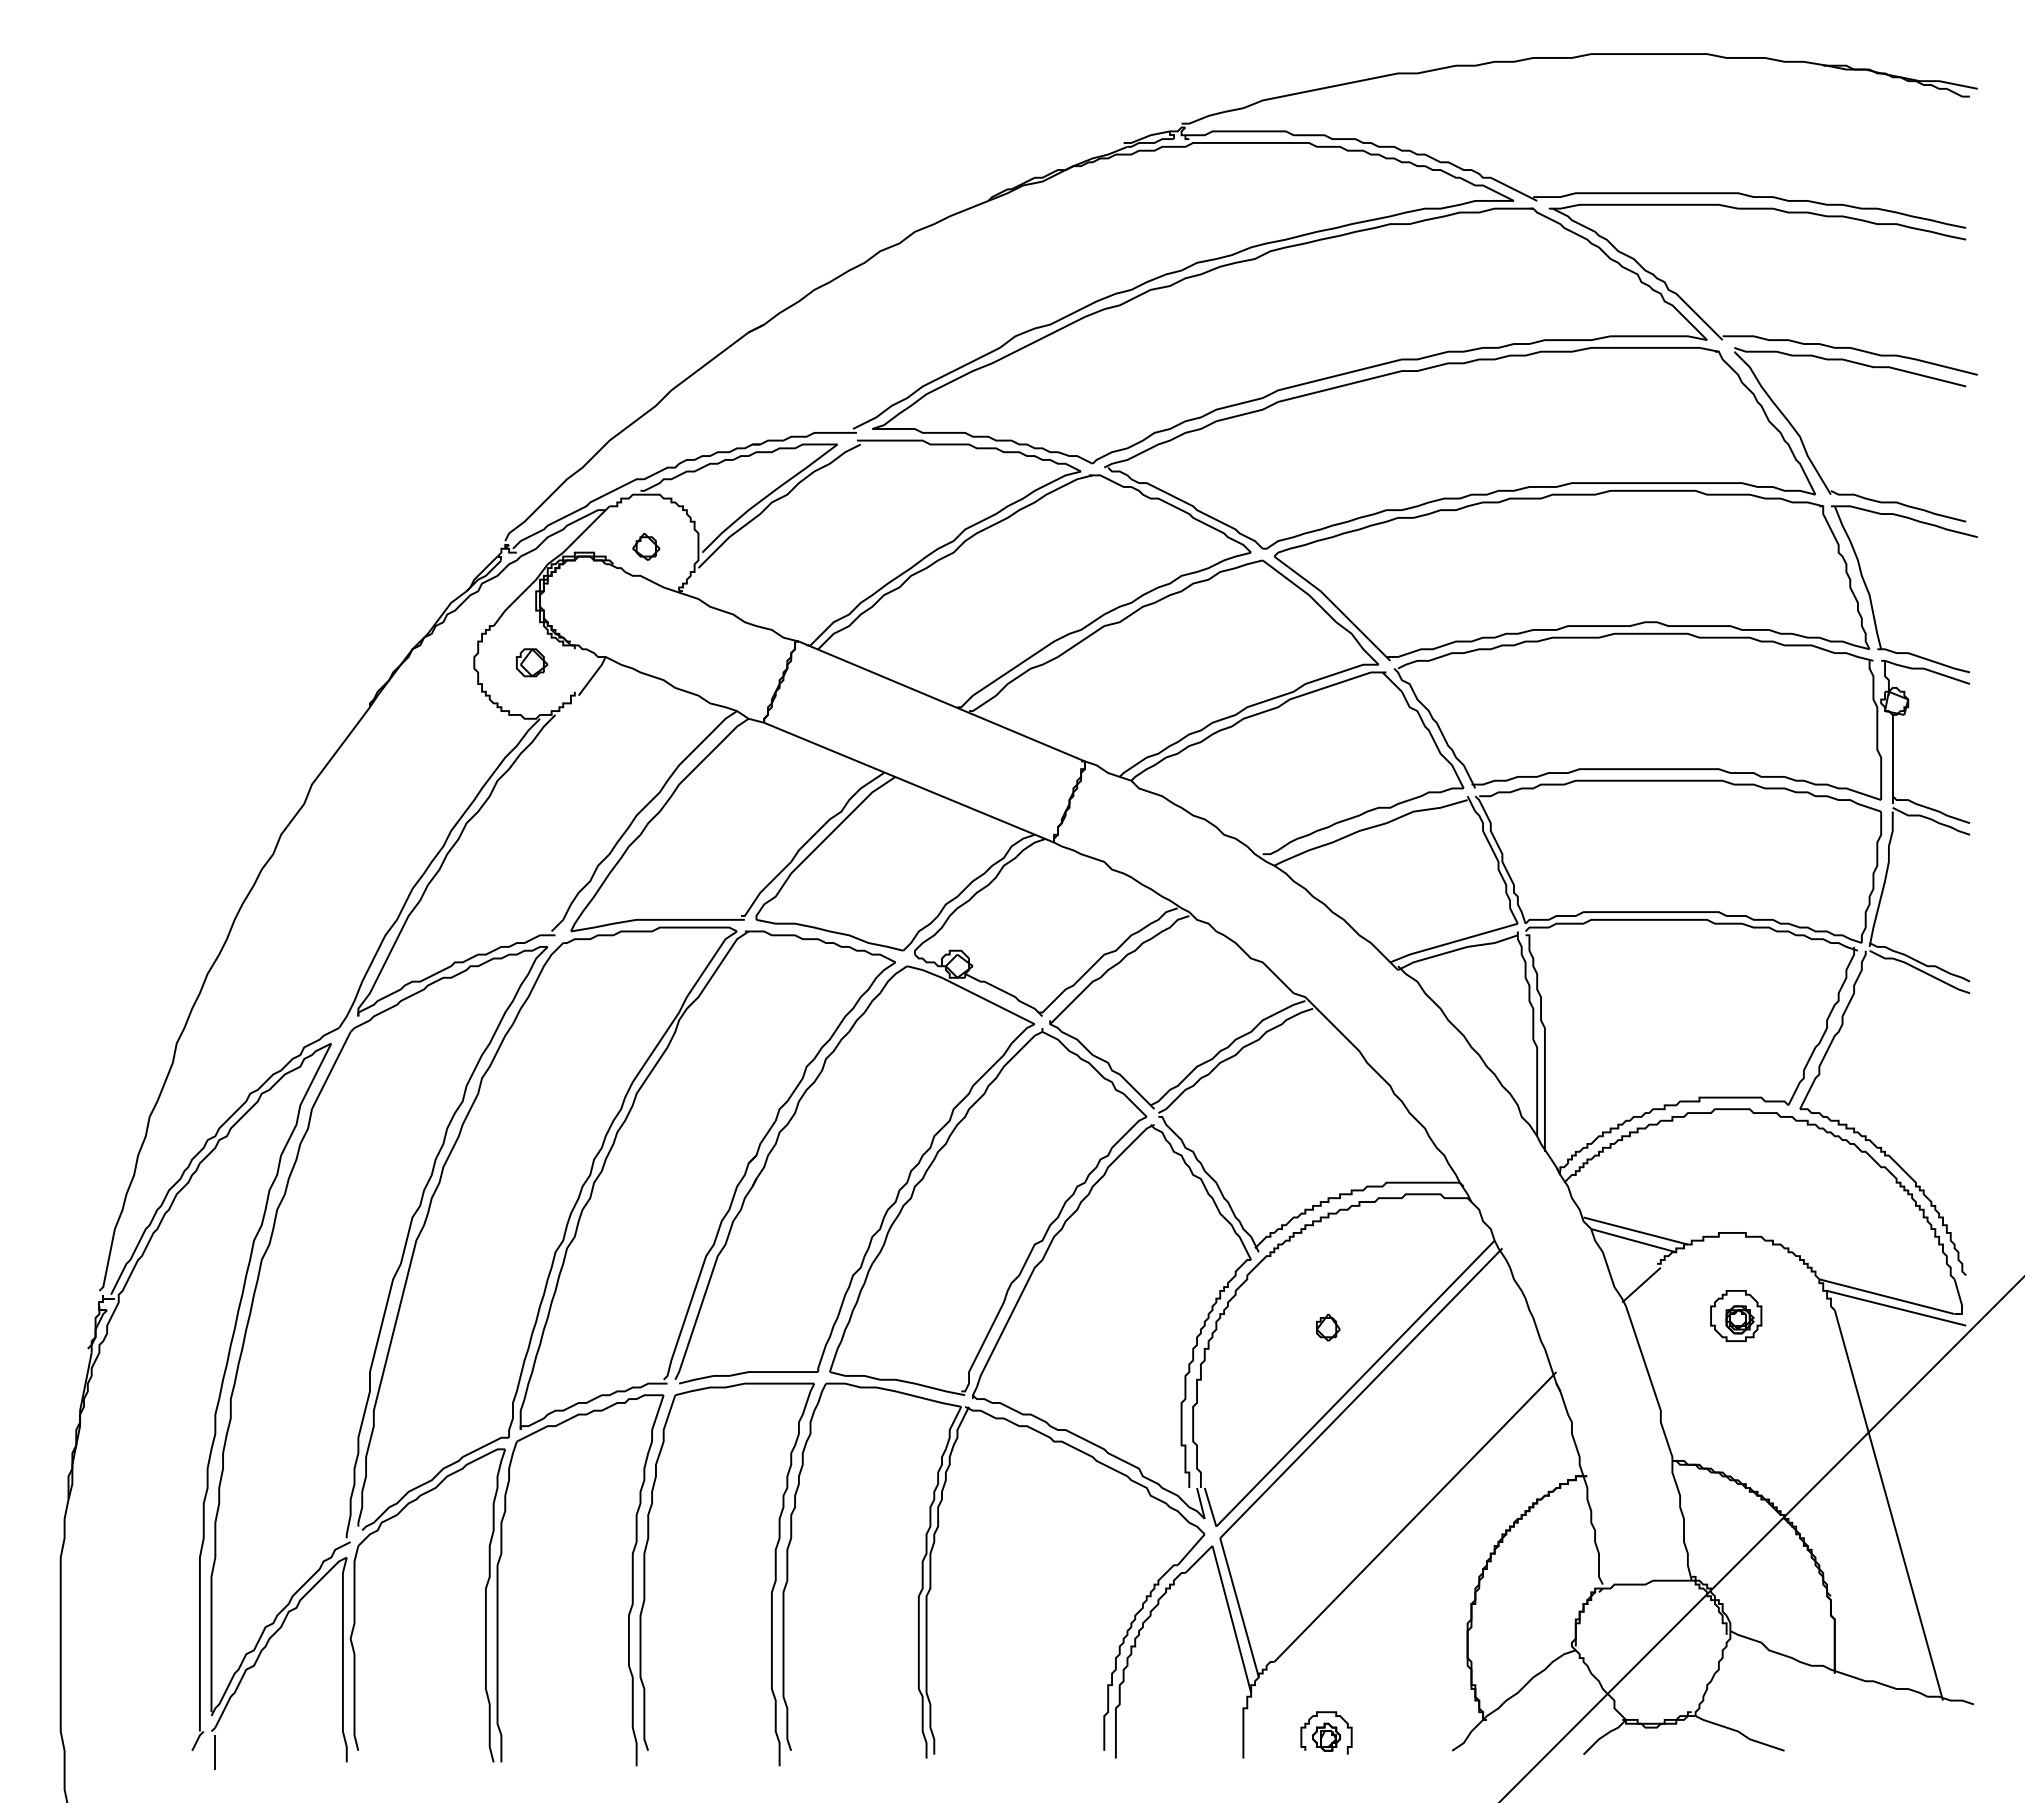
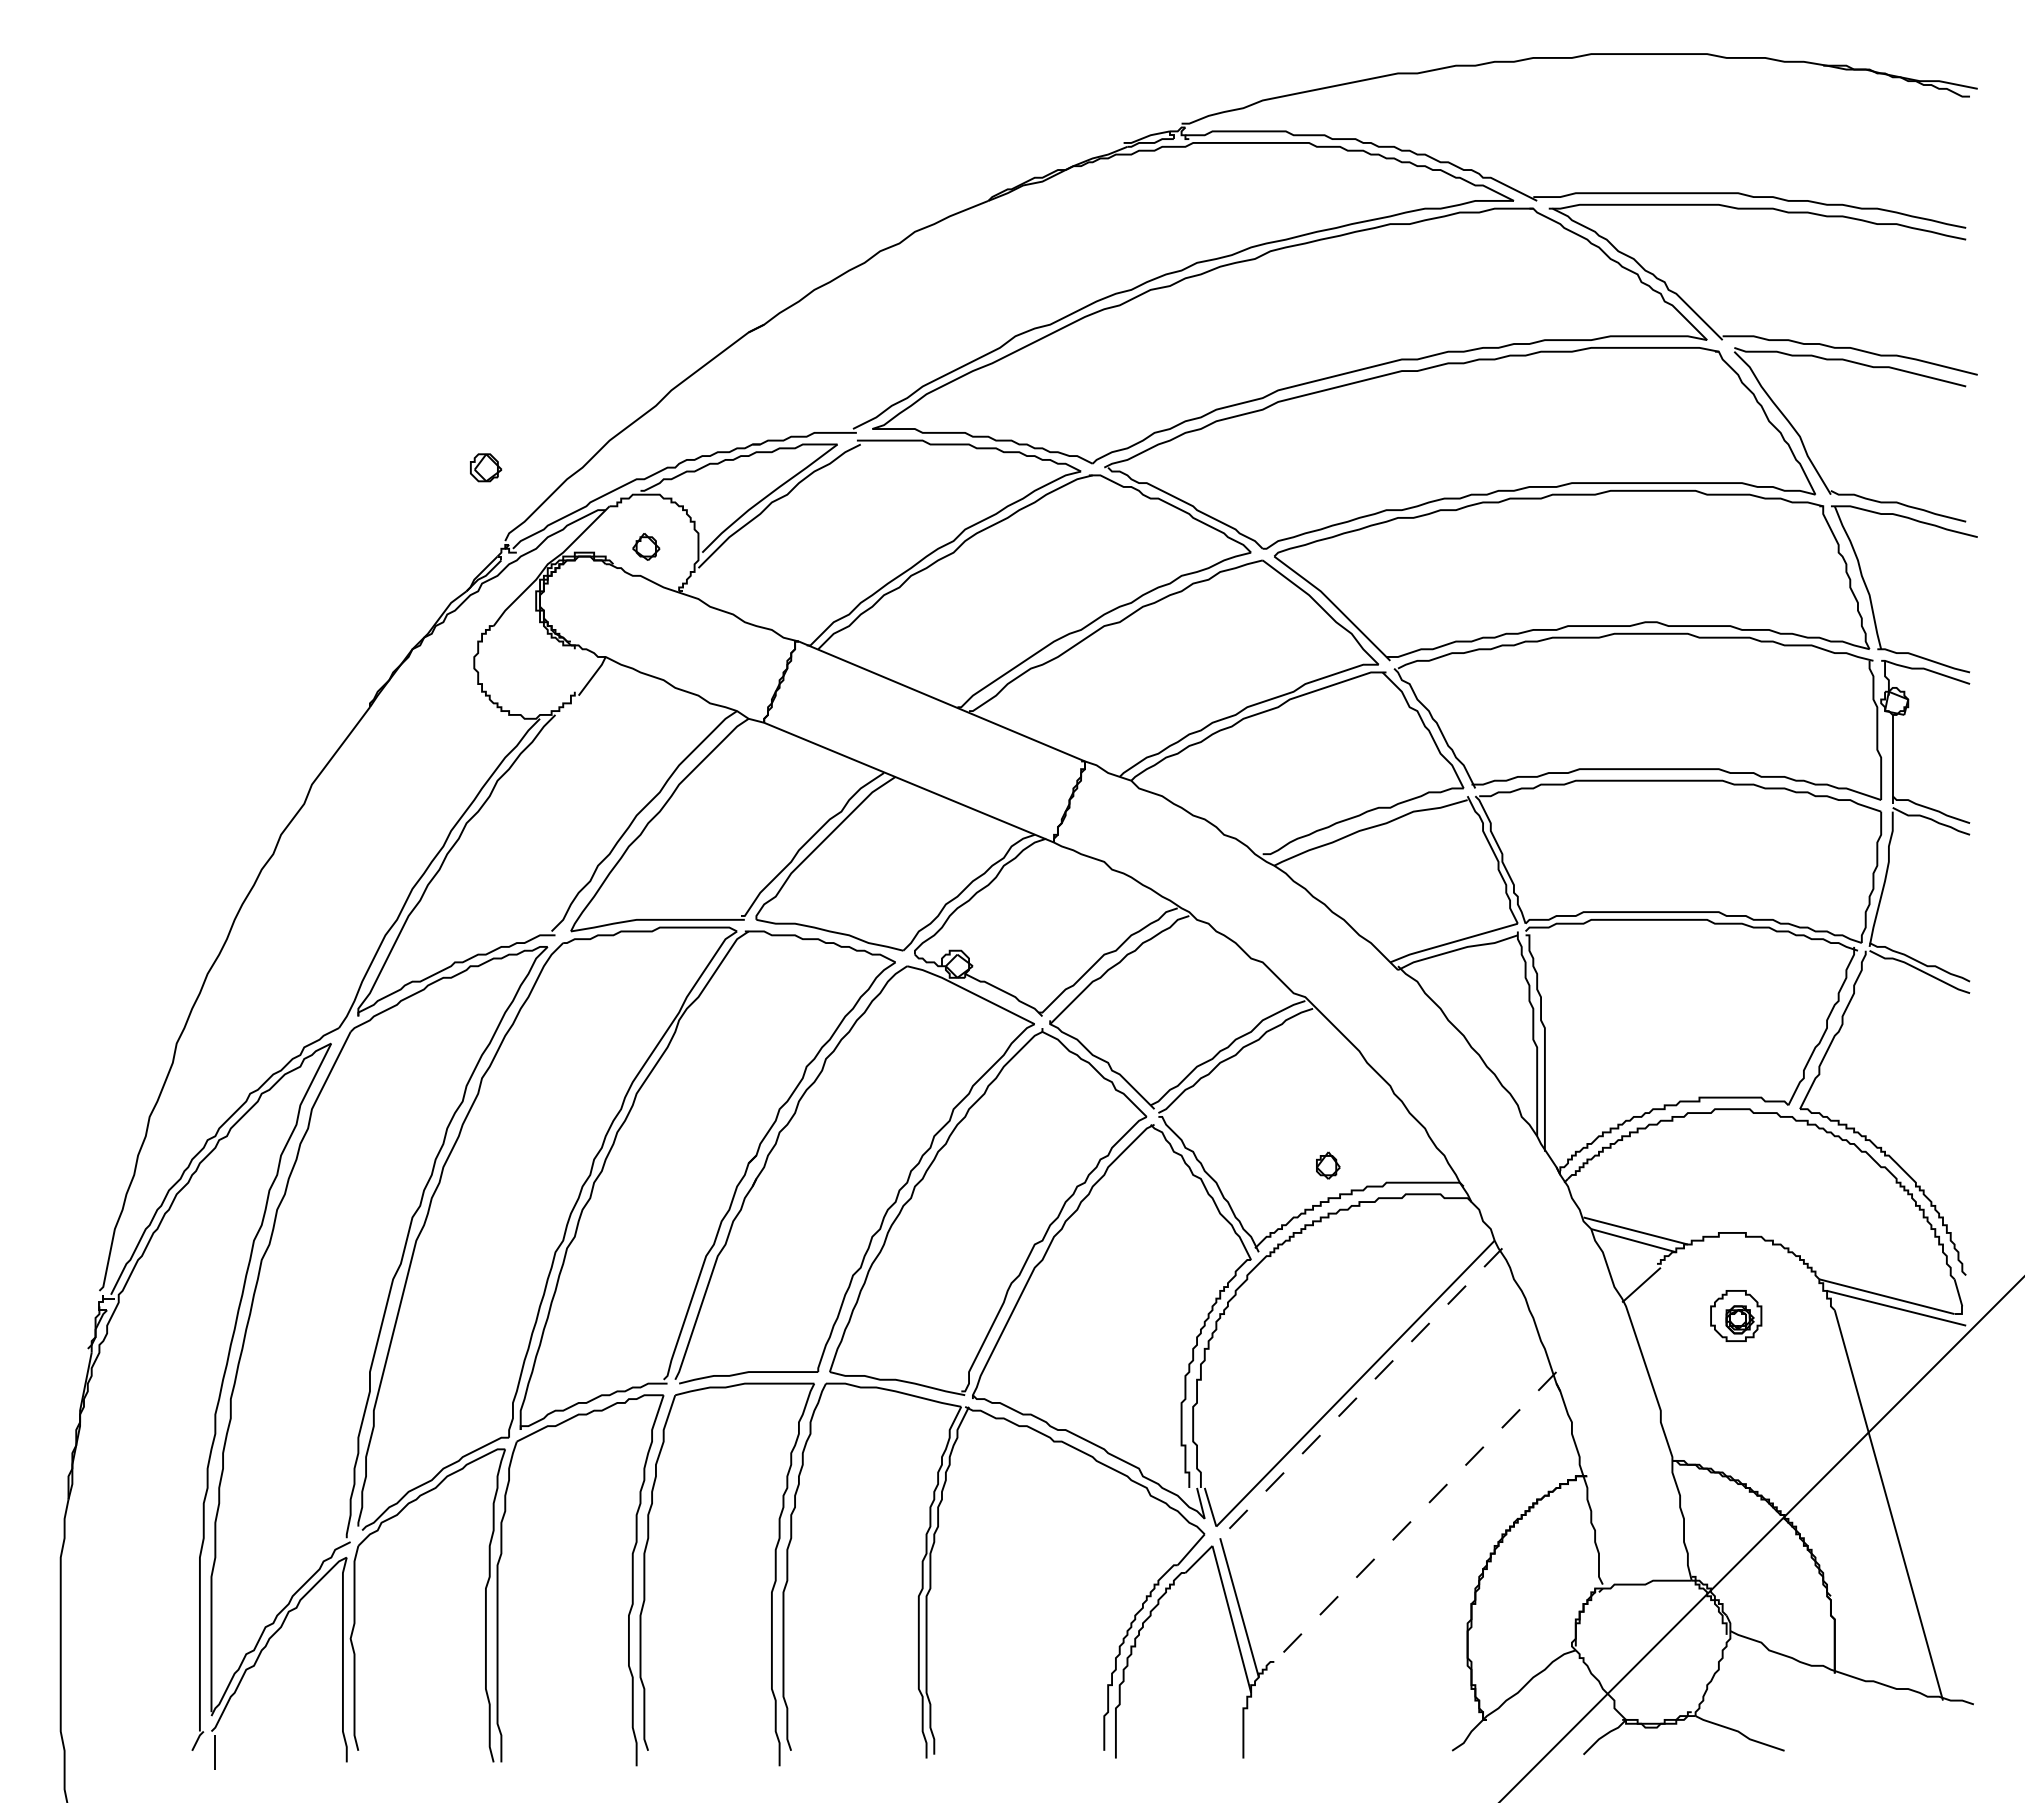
part at (532, 662) position: (532, 662) -> (486, 467)
part at (1328, 1327) position: (1328, 1327) -> (1328, 1165)
line at (1360, 1393): solid -> dashed
line at (1415, 1517): solid -> dashed
part at (1326, 1732): present -> none
